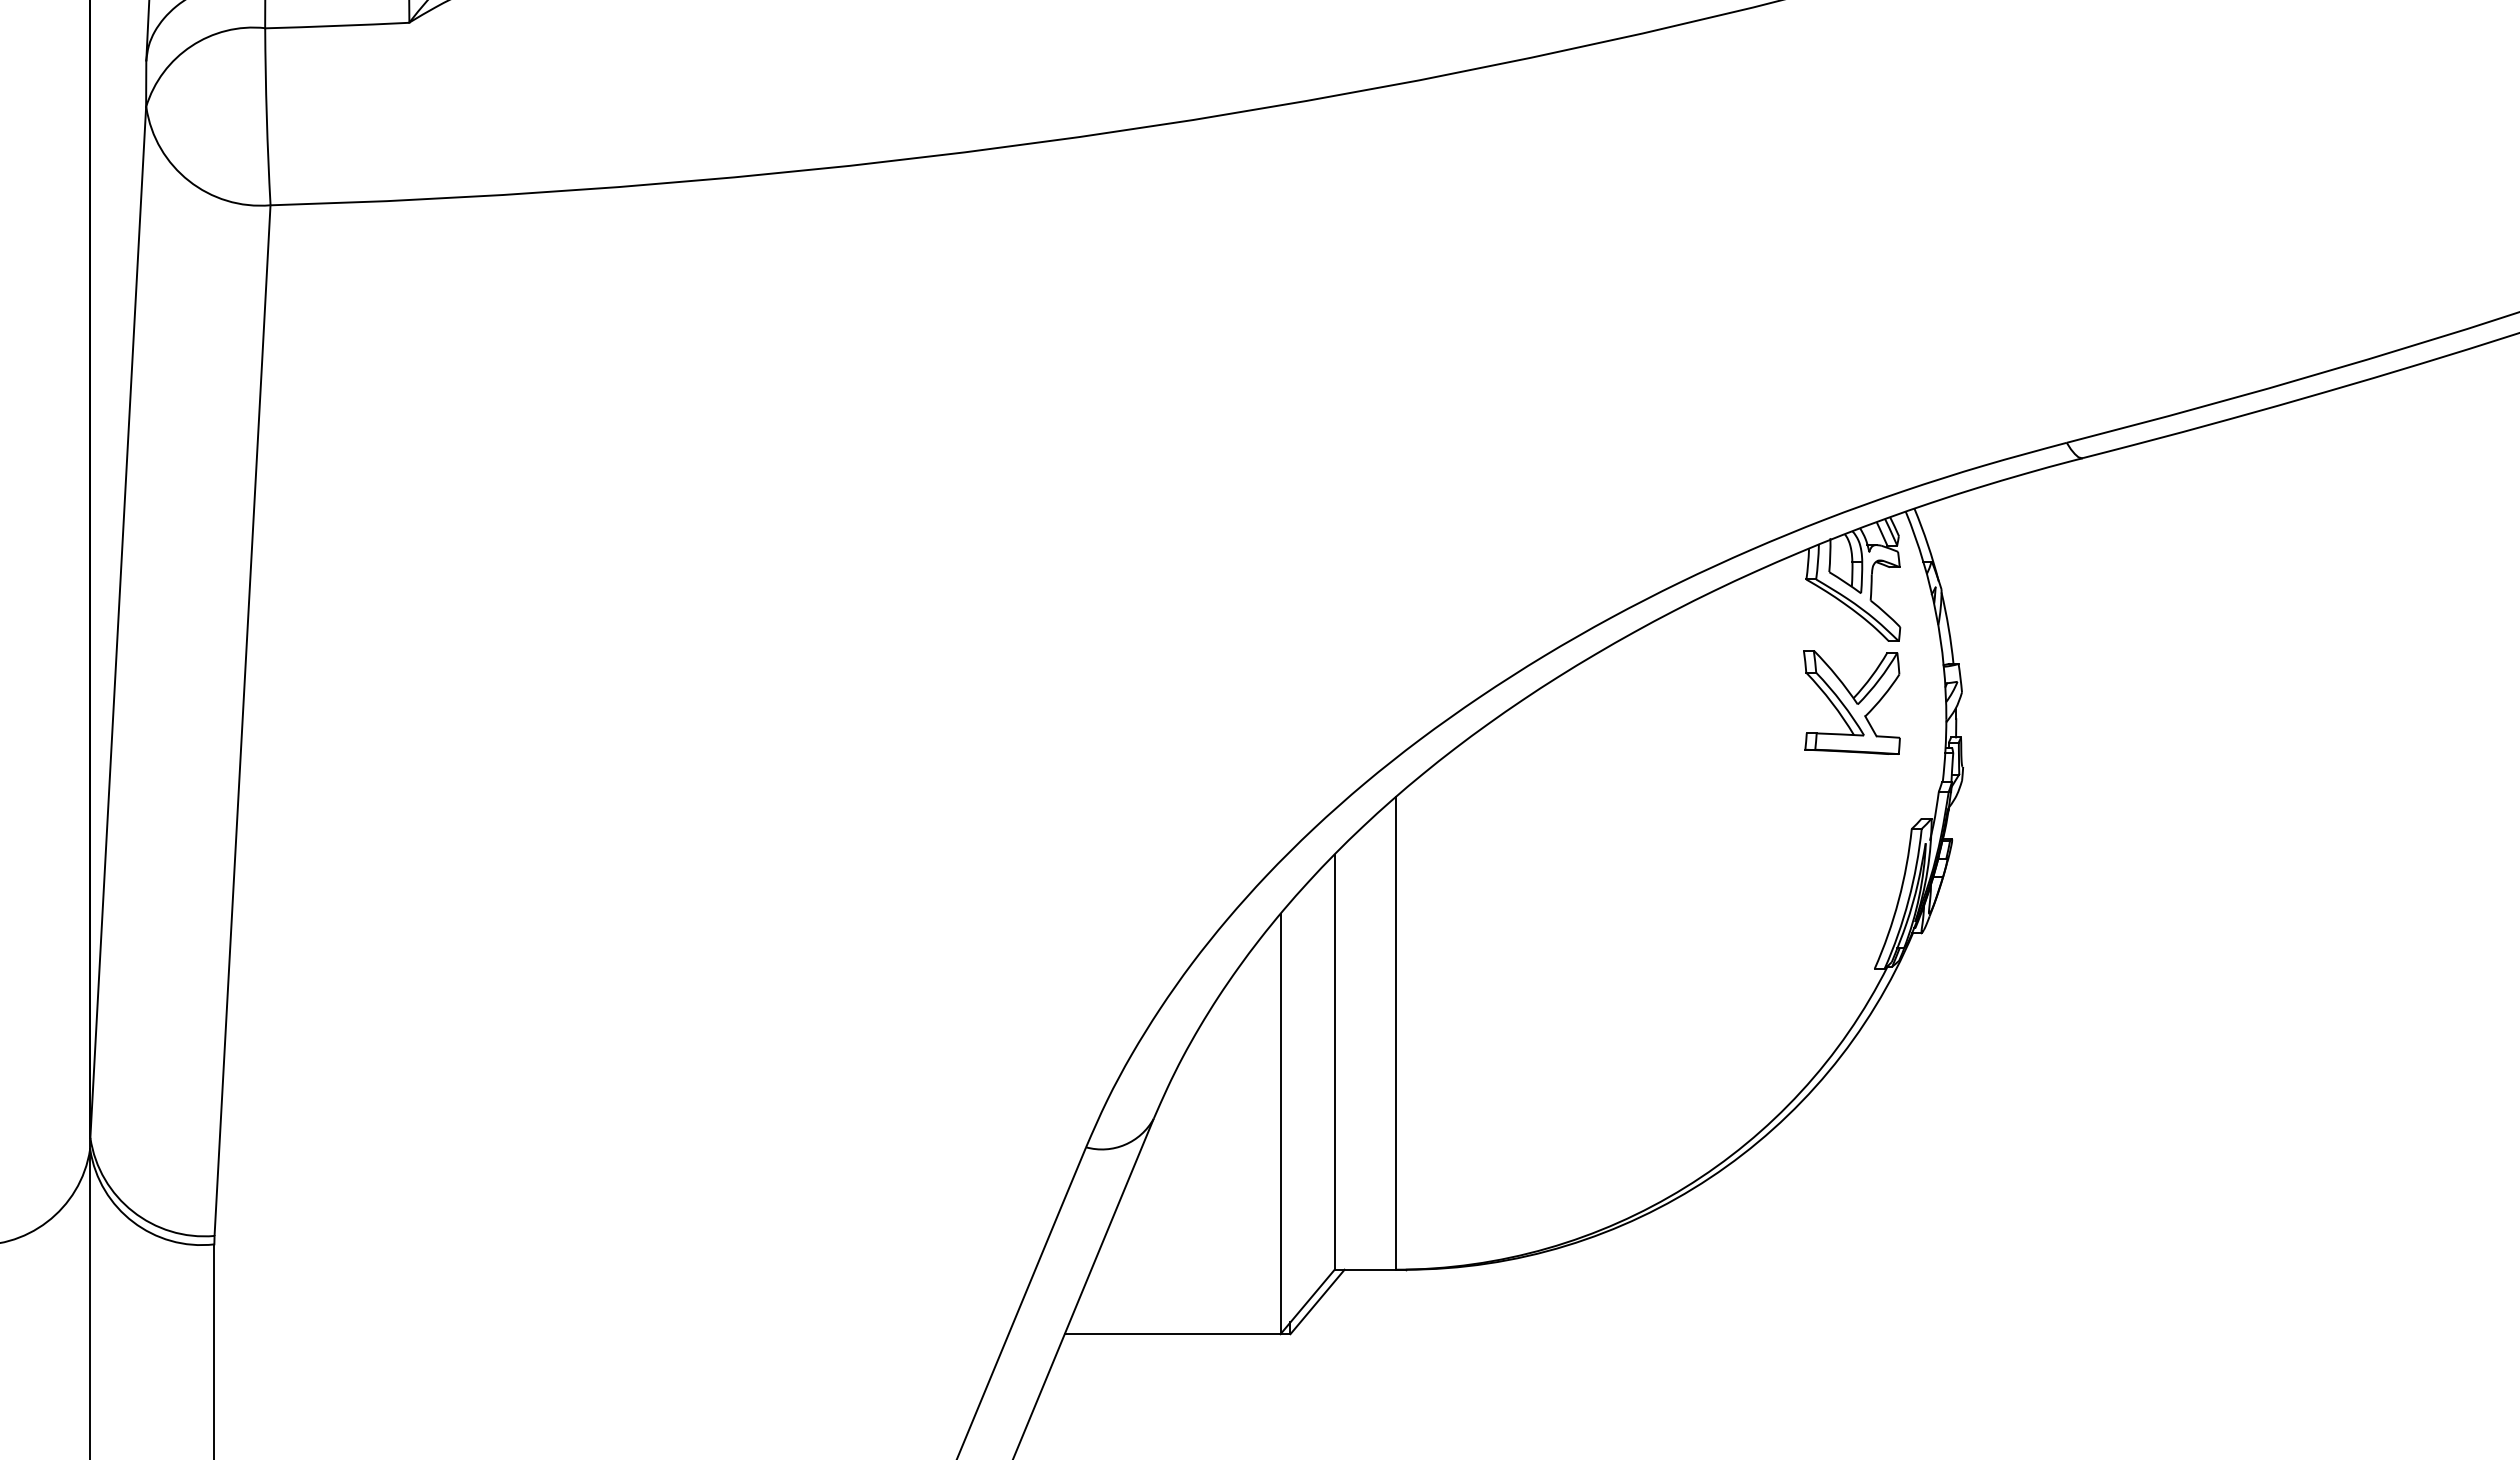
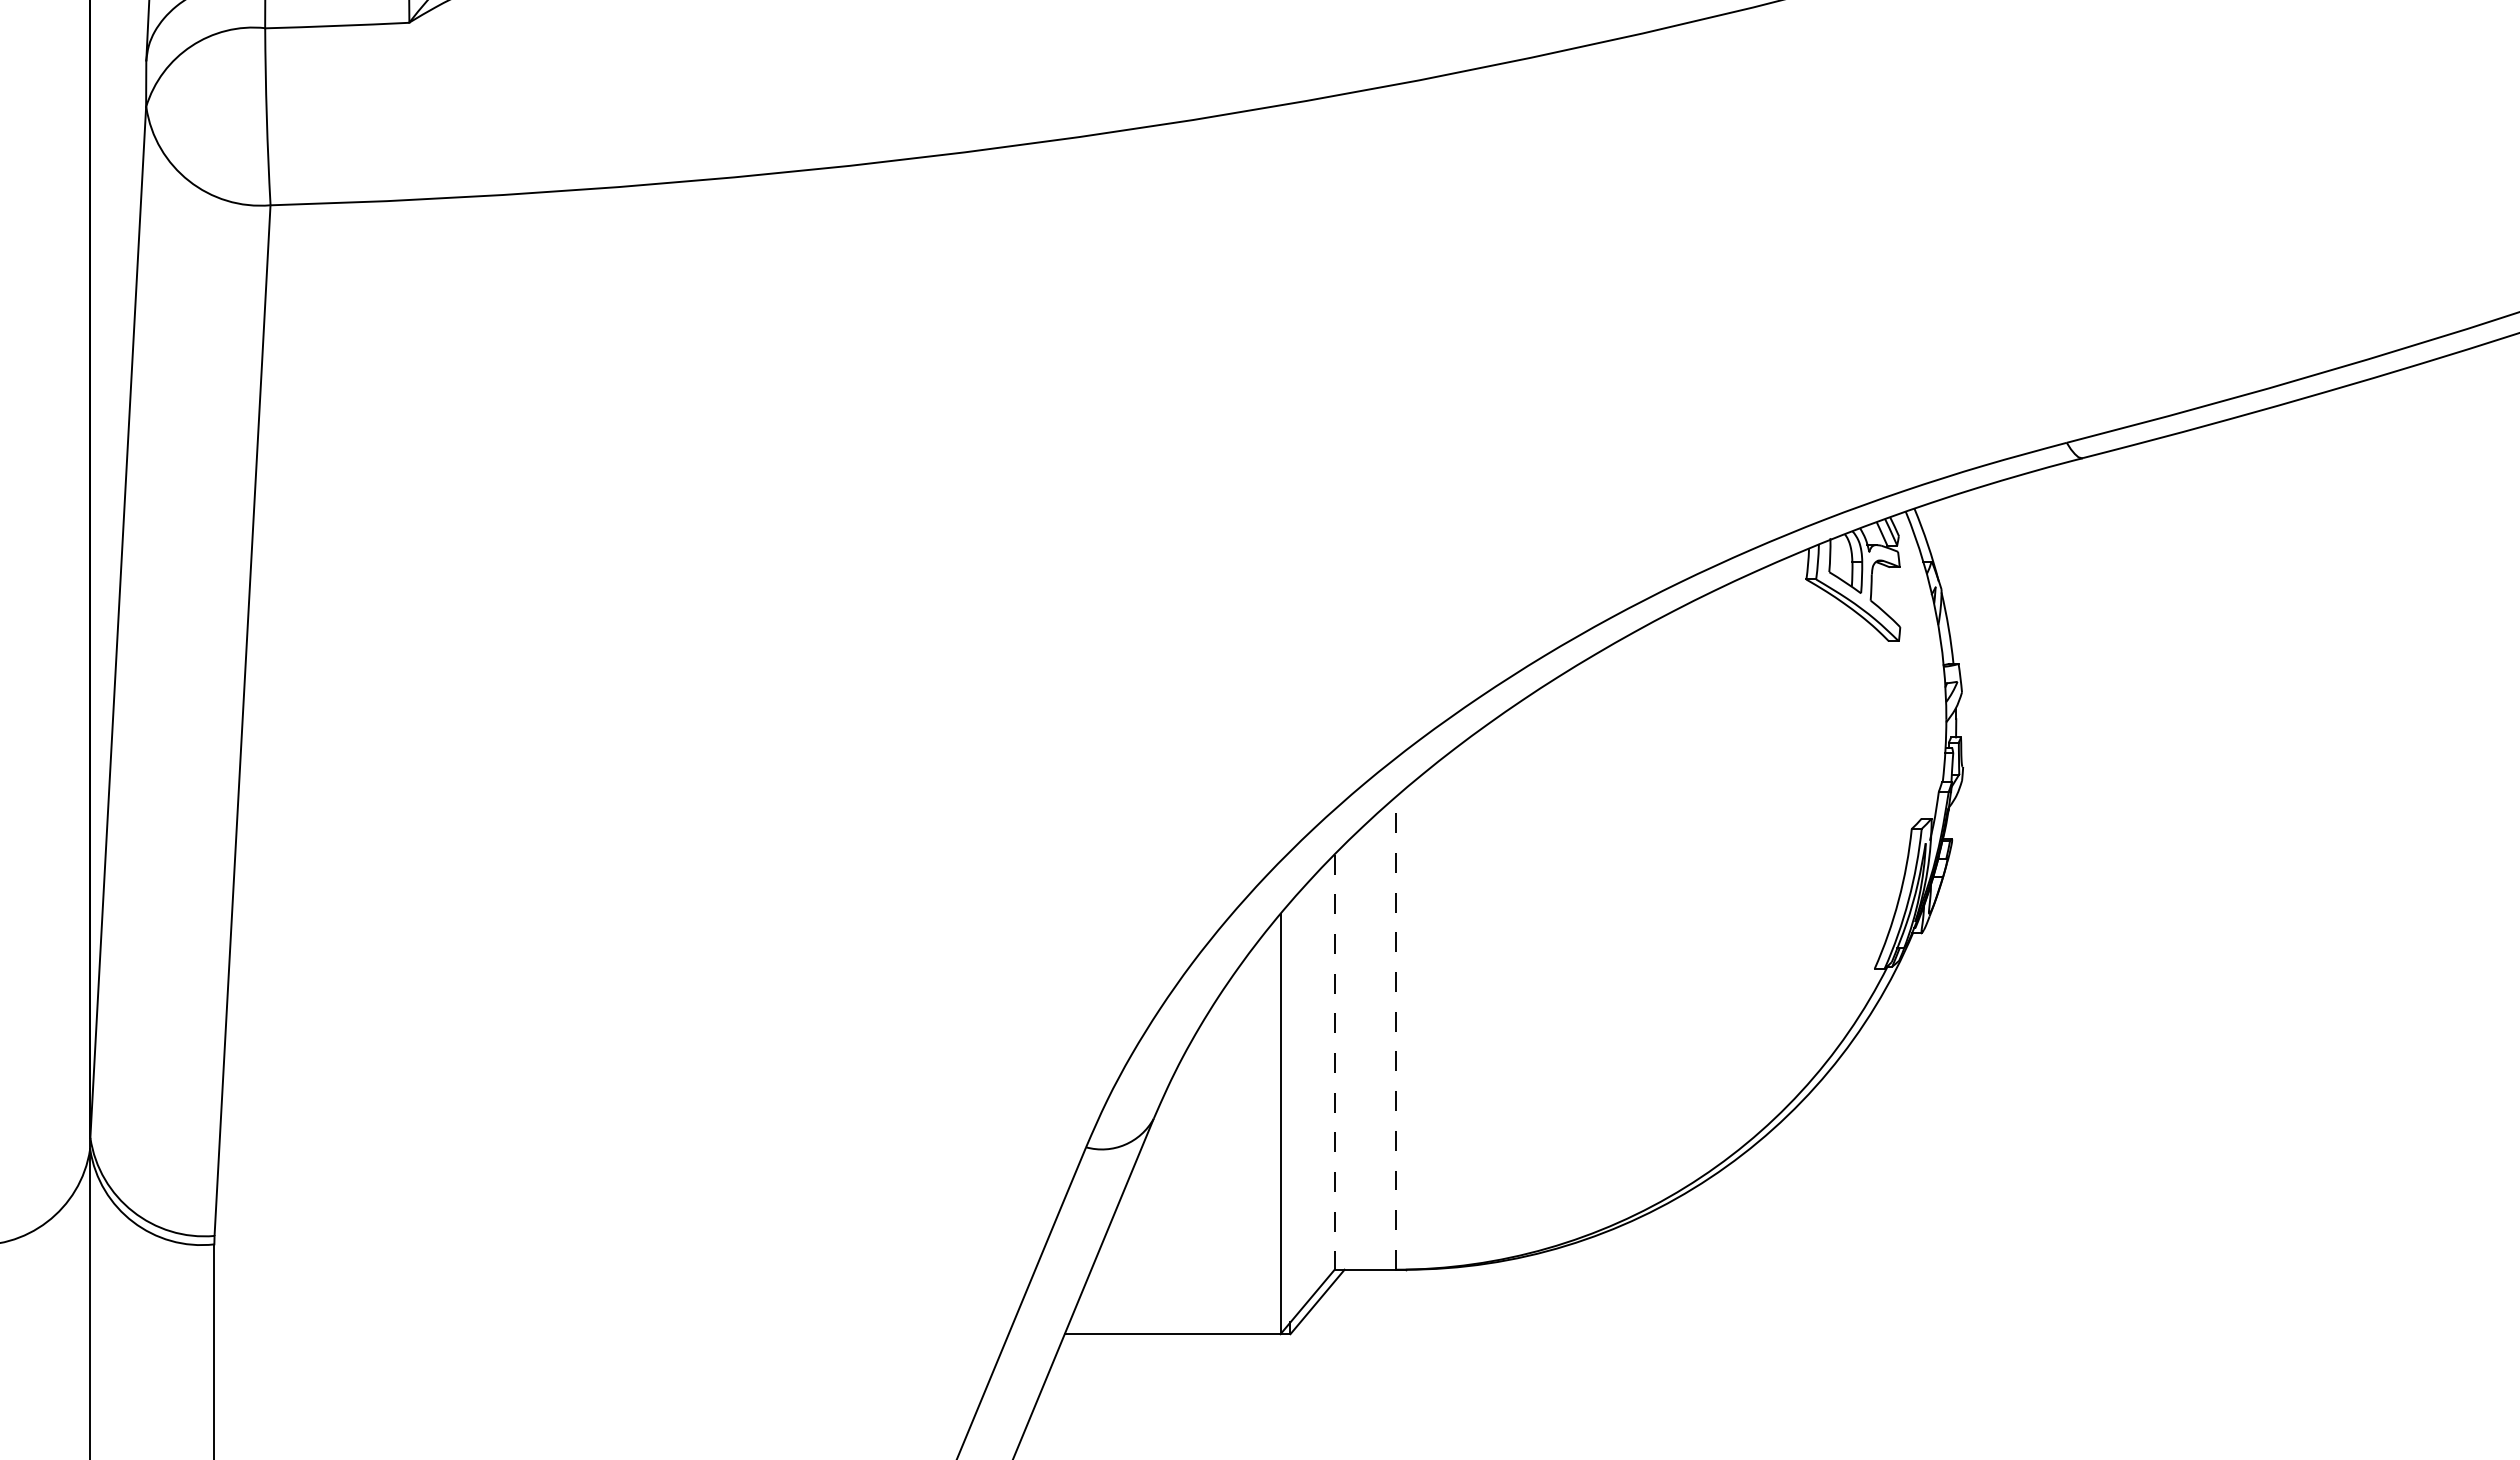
part at (1851, 702): present -> none
line at (1395, 1032): solid -> dashed
line at (1334, 1062): solid -> dashed
